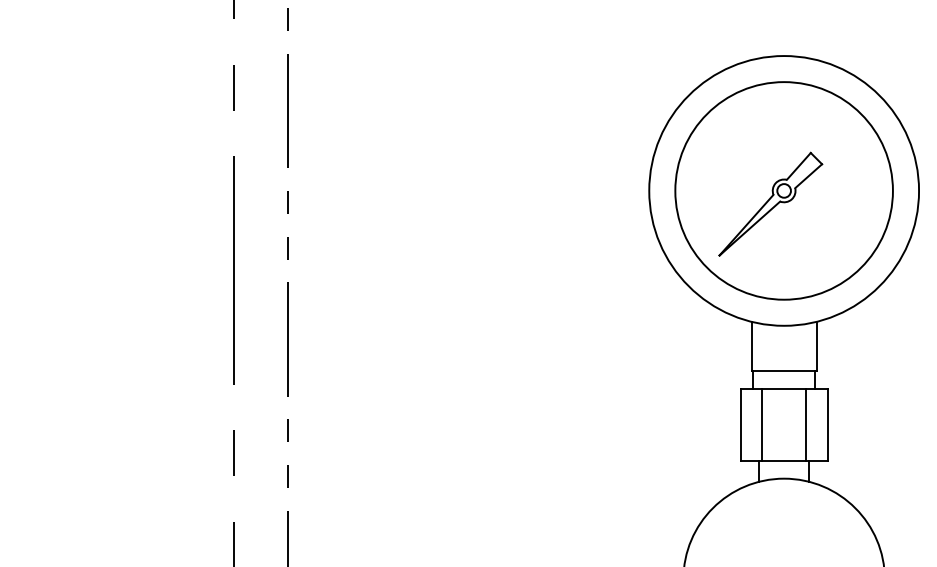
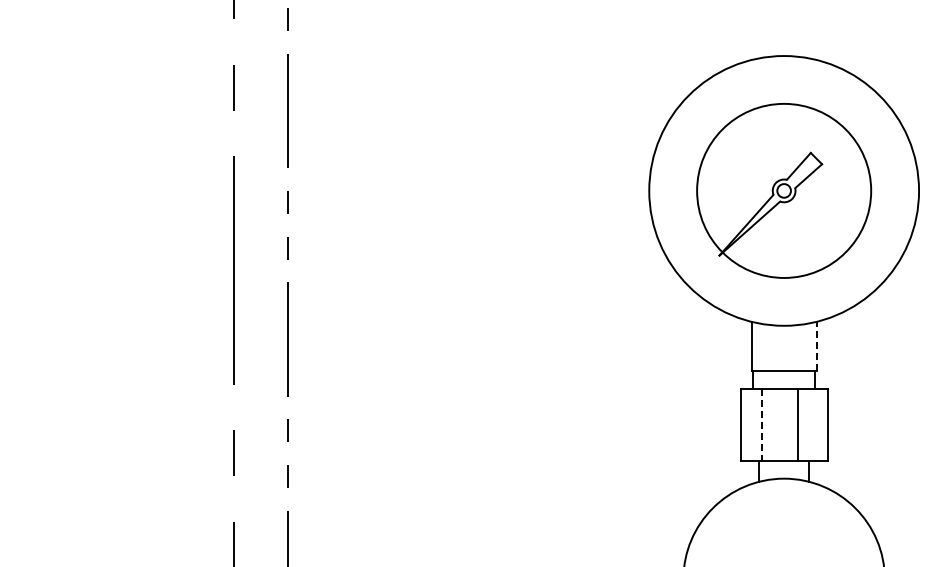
circle at (783, 190) diameter: 218 px -> 174 px
line at (816, 345): solid -> dashed
line at (762, 424): solid -> dashed
line at (805, 424) position: (805, 424) -> (797, 424)
